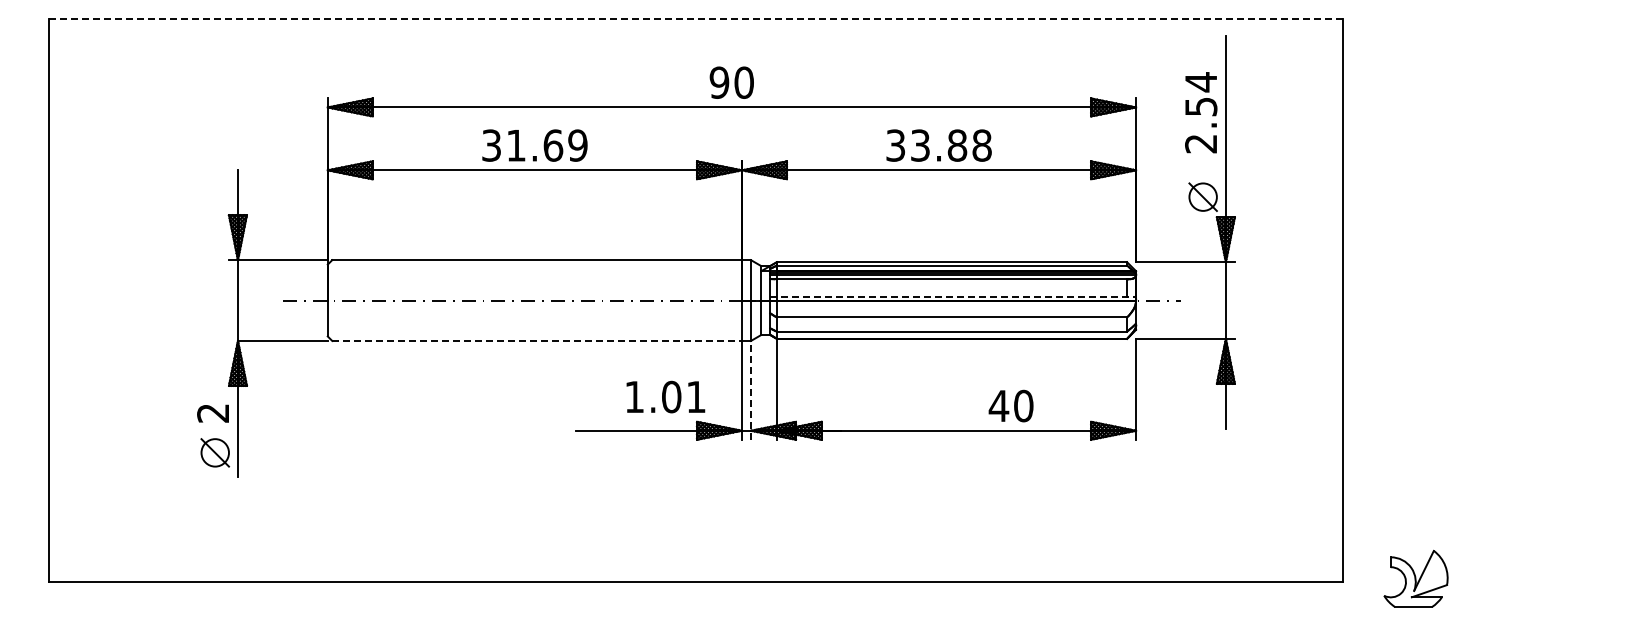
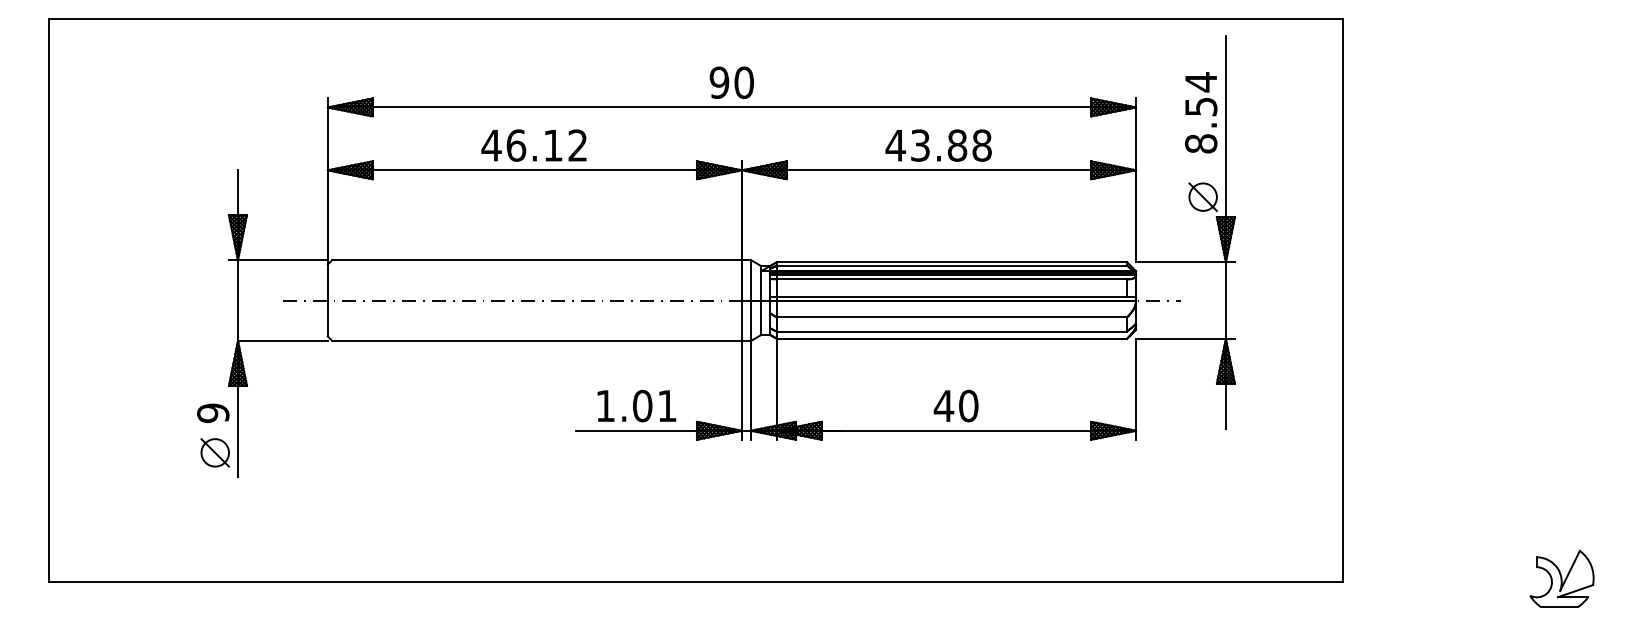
line at (695, 19): dashed -> solid
text at (1201, 143): 2.54 -> 8.54
text at (534, 145): 31.69 -> 46.12
text at (895, 145): 33.88 -> 43.88
line at (953, 296): dashed -> solid
line at (537, 340): dashed -> solid
line at (751, 389): dashed -> solid
text at (665, 396) position: (665, 396) -> (636, 405)
text at (1010, 405) position: (1010, 405) -> (955, 405)
text at (213, 413): 2 -> 9
part at (1415, 578) position: (1415, 578) -> (1561, 578)
